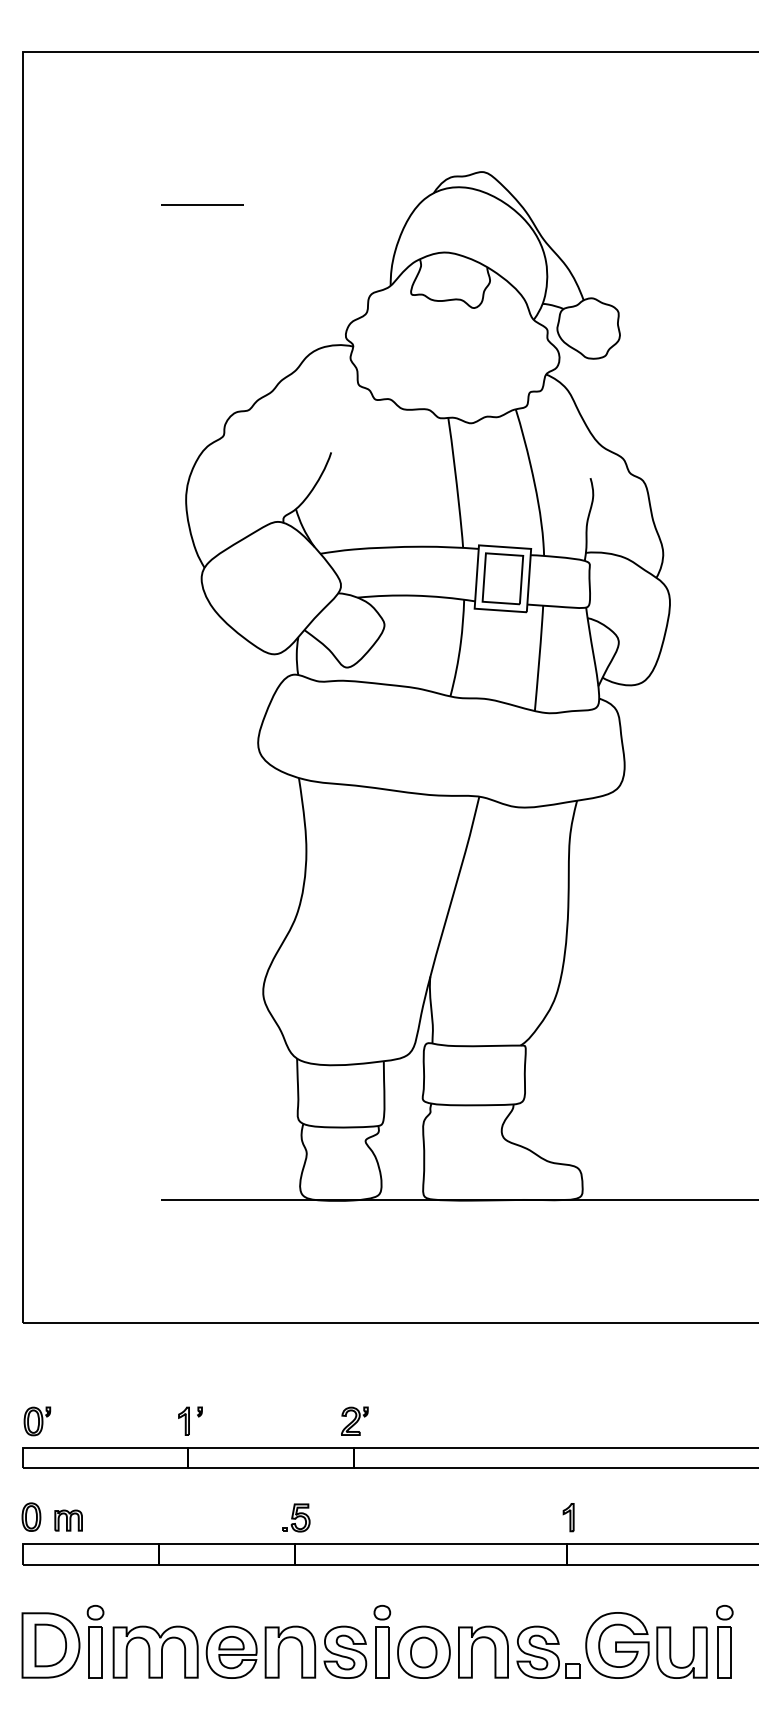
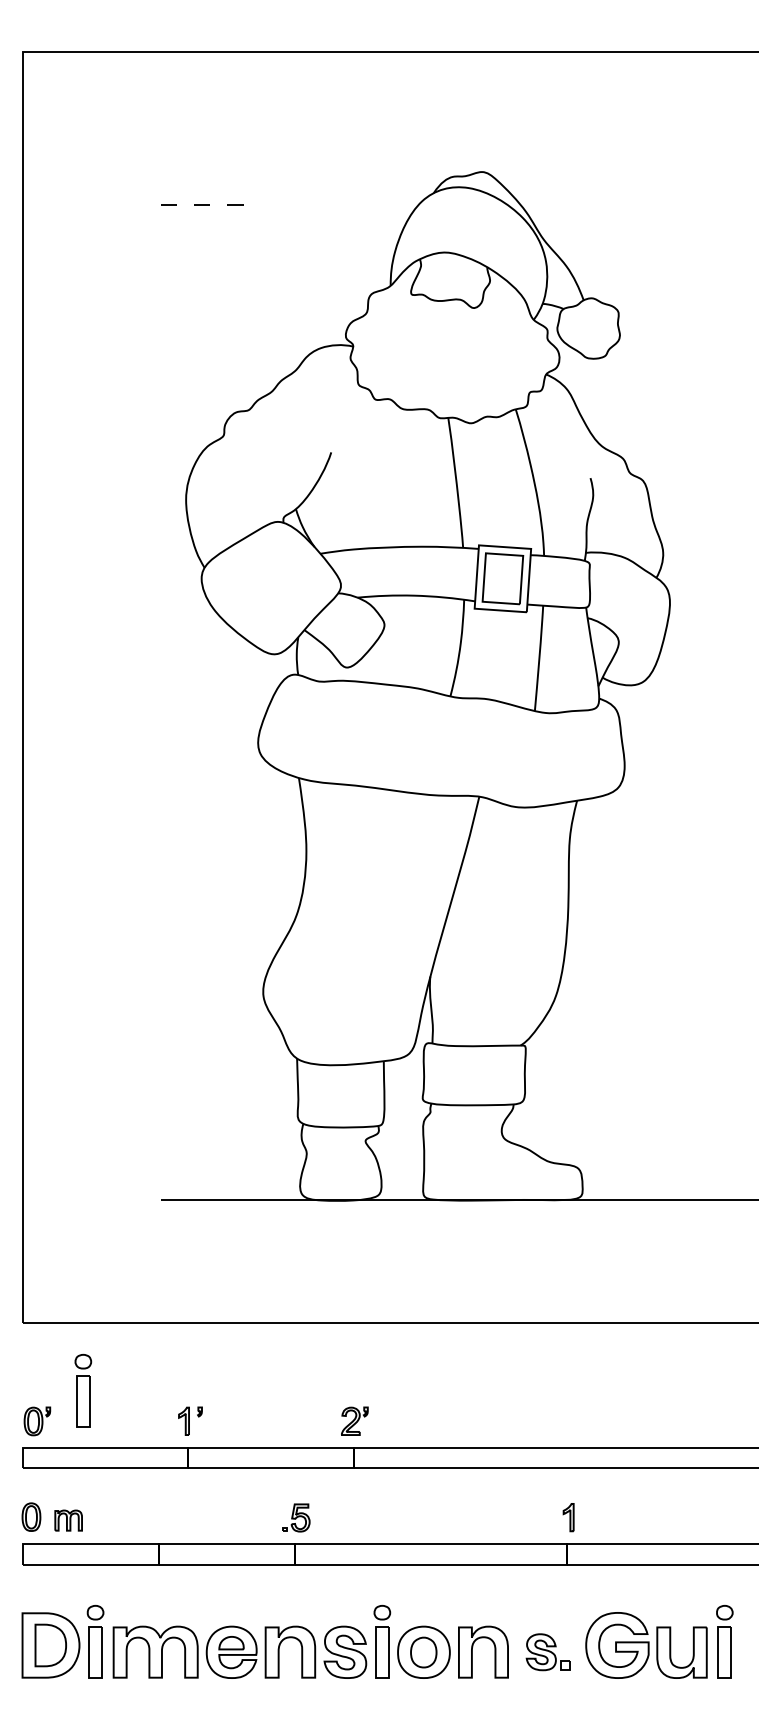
line at (202, 205): solid -> dashed
part at (83, 1390): none -> present
part at (548, 1651) size: 65x54 px -> 46x39 px
